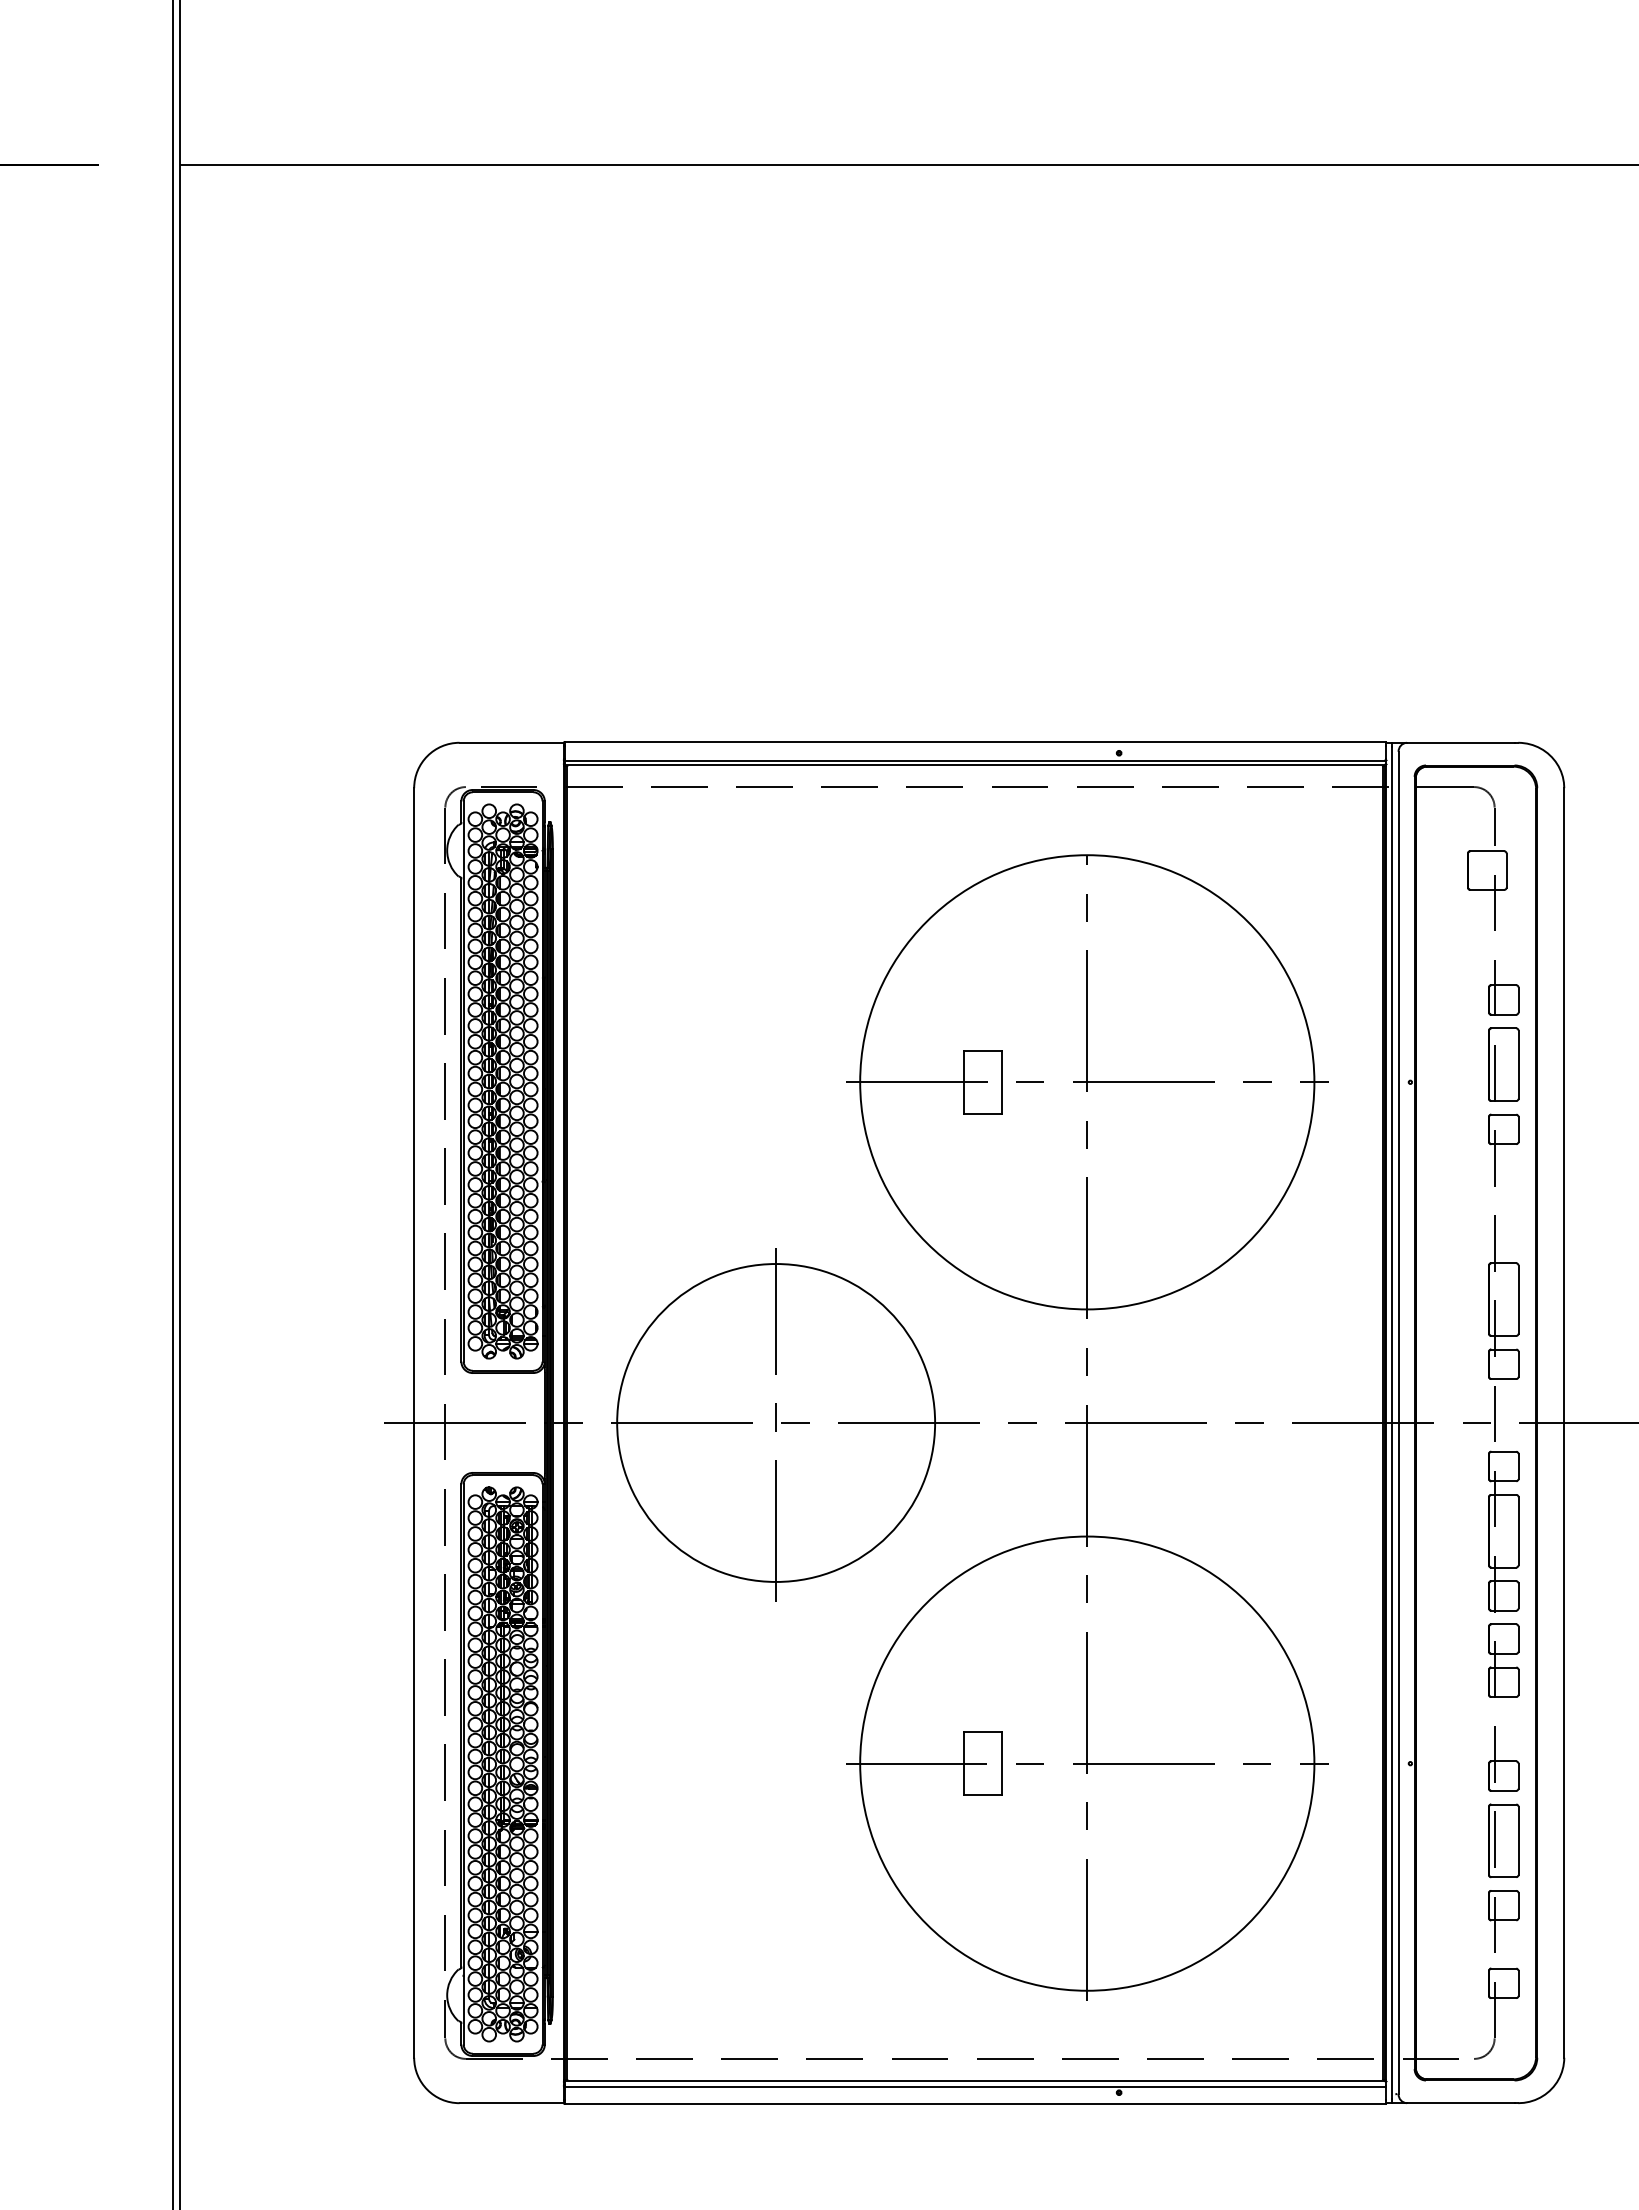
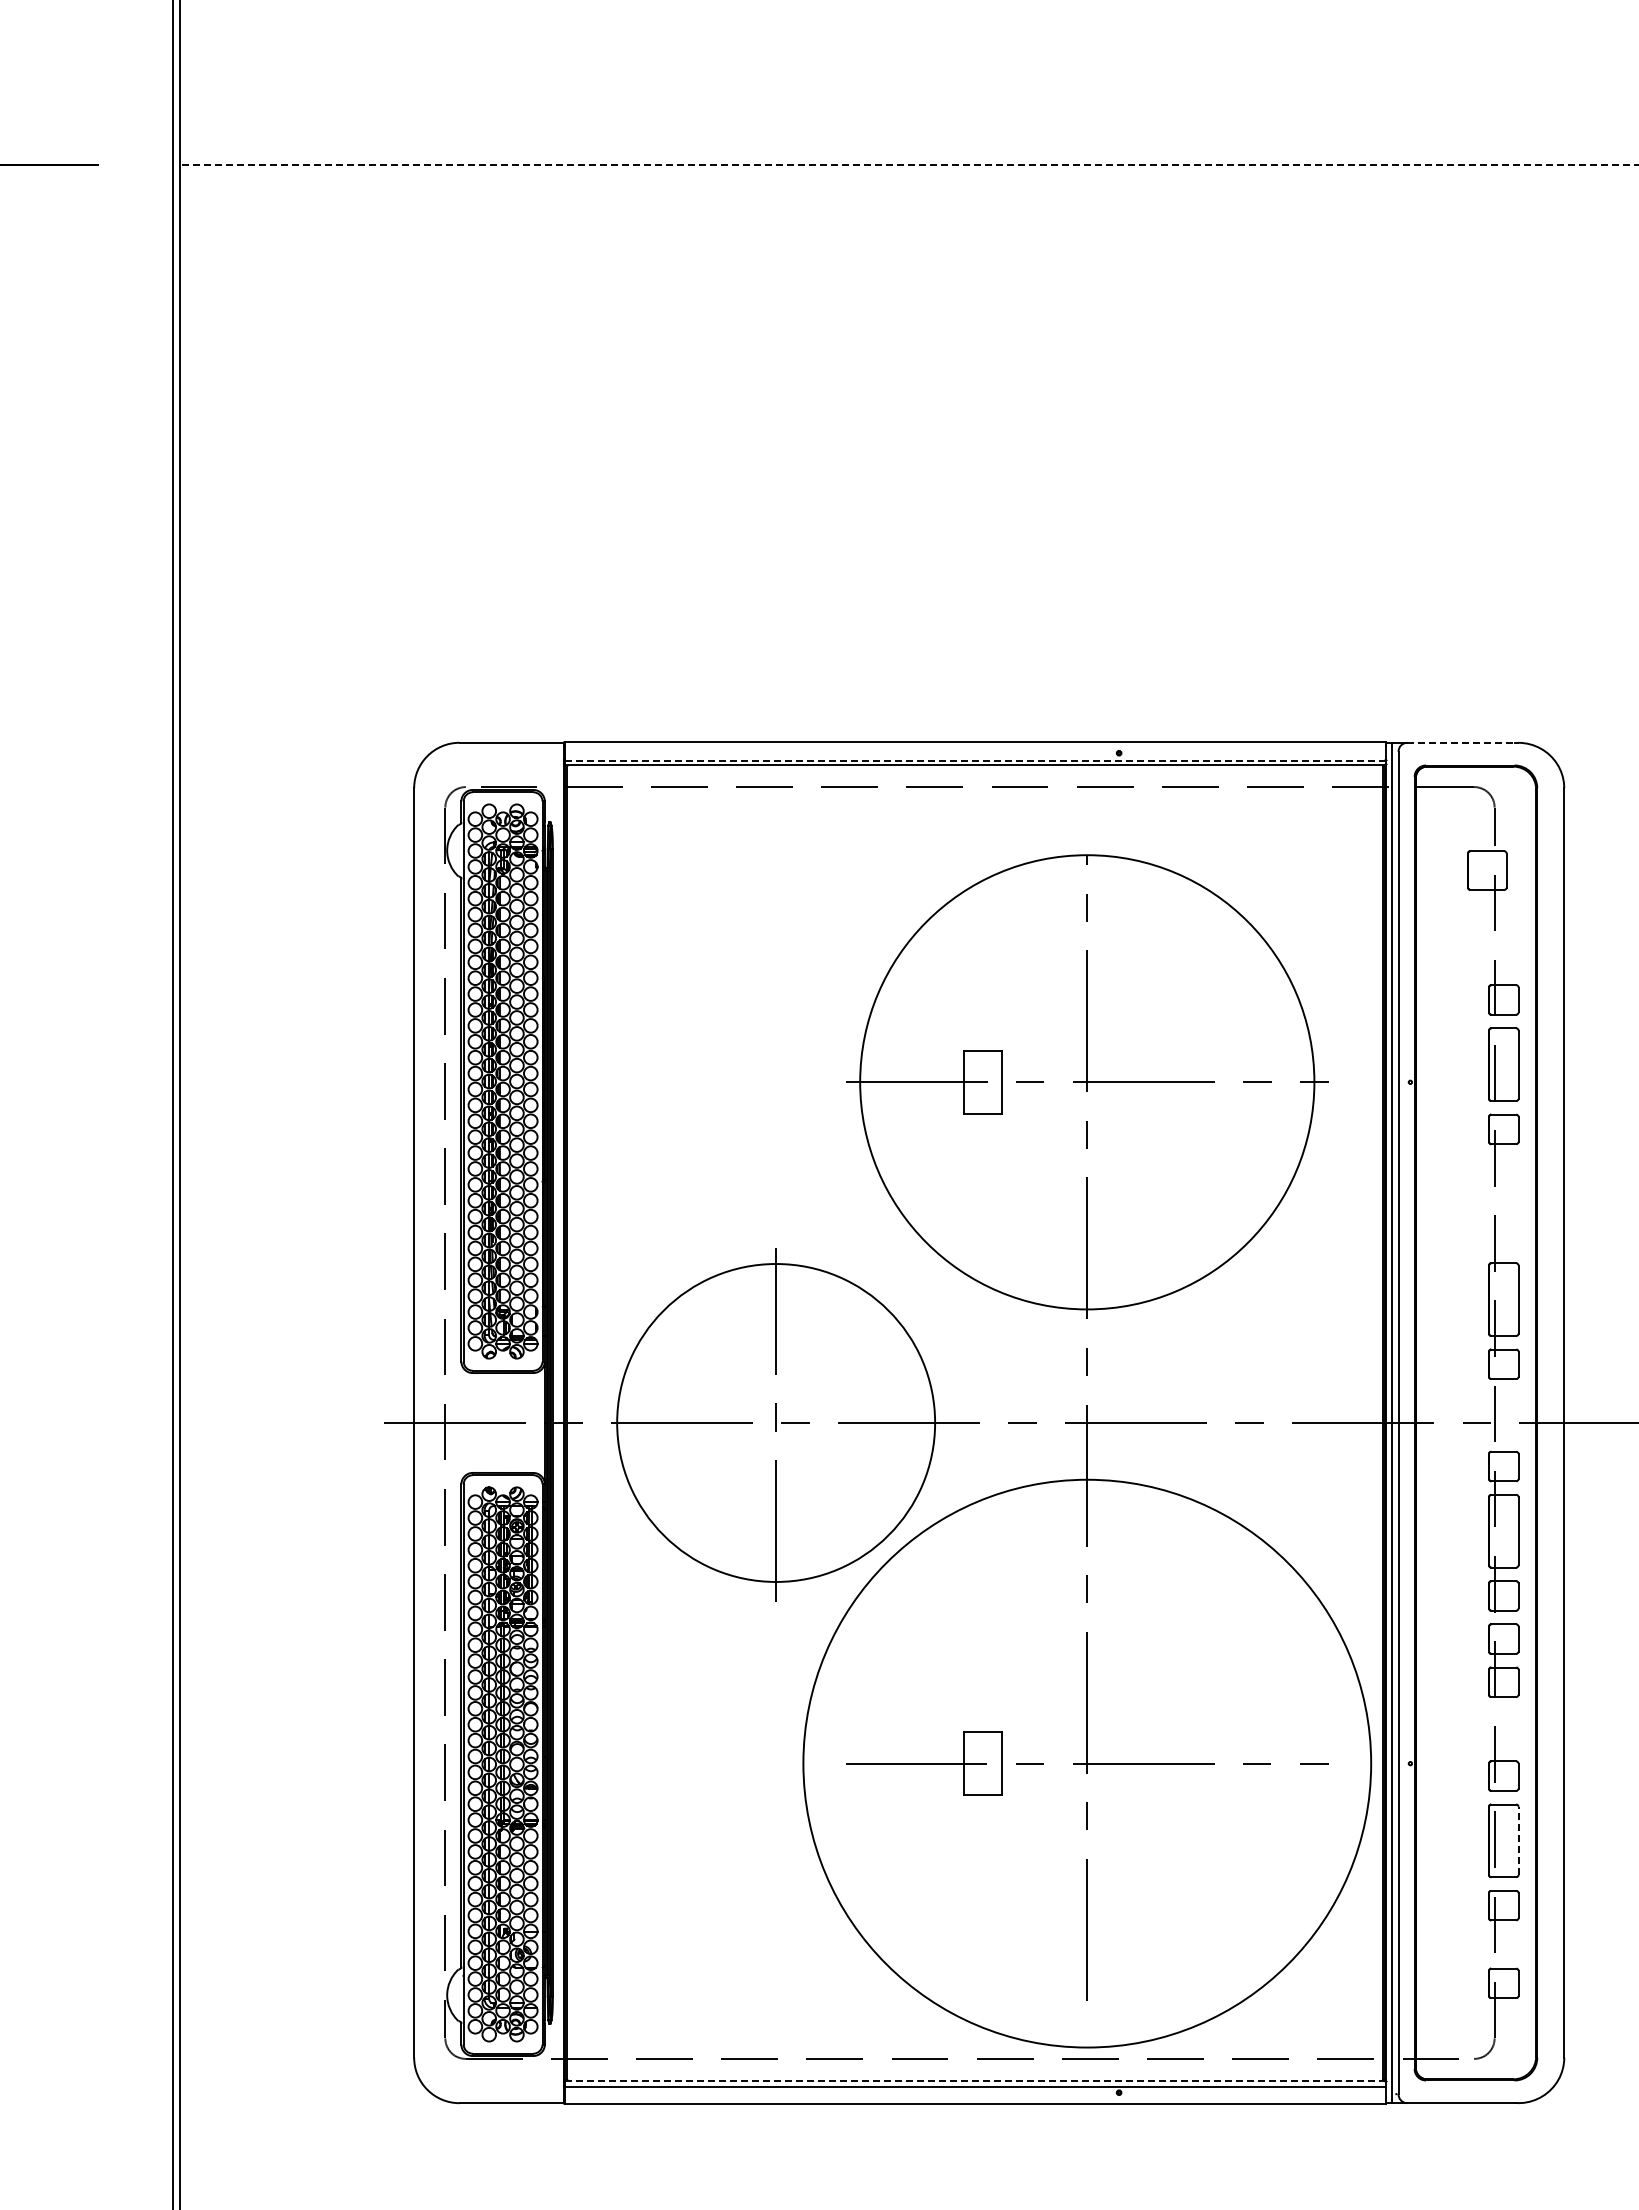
line at (908, 165): solid -> dashed
line at (1461, 742): solid -> dashed
line at (974, 760): solid -> dashed
circle at (1087, 1763) diameter: 454 px -> 568 px
line at (1518, 1840): solid -> dashed
line at (974, 2081): solid -> dashed
